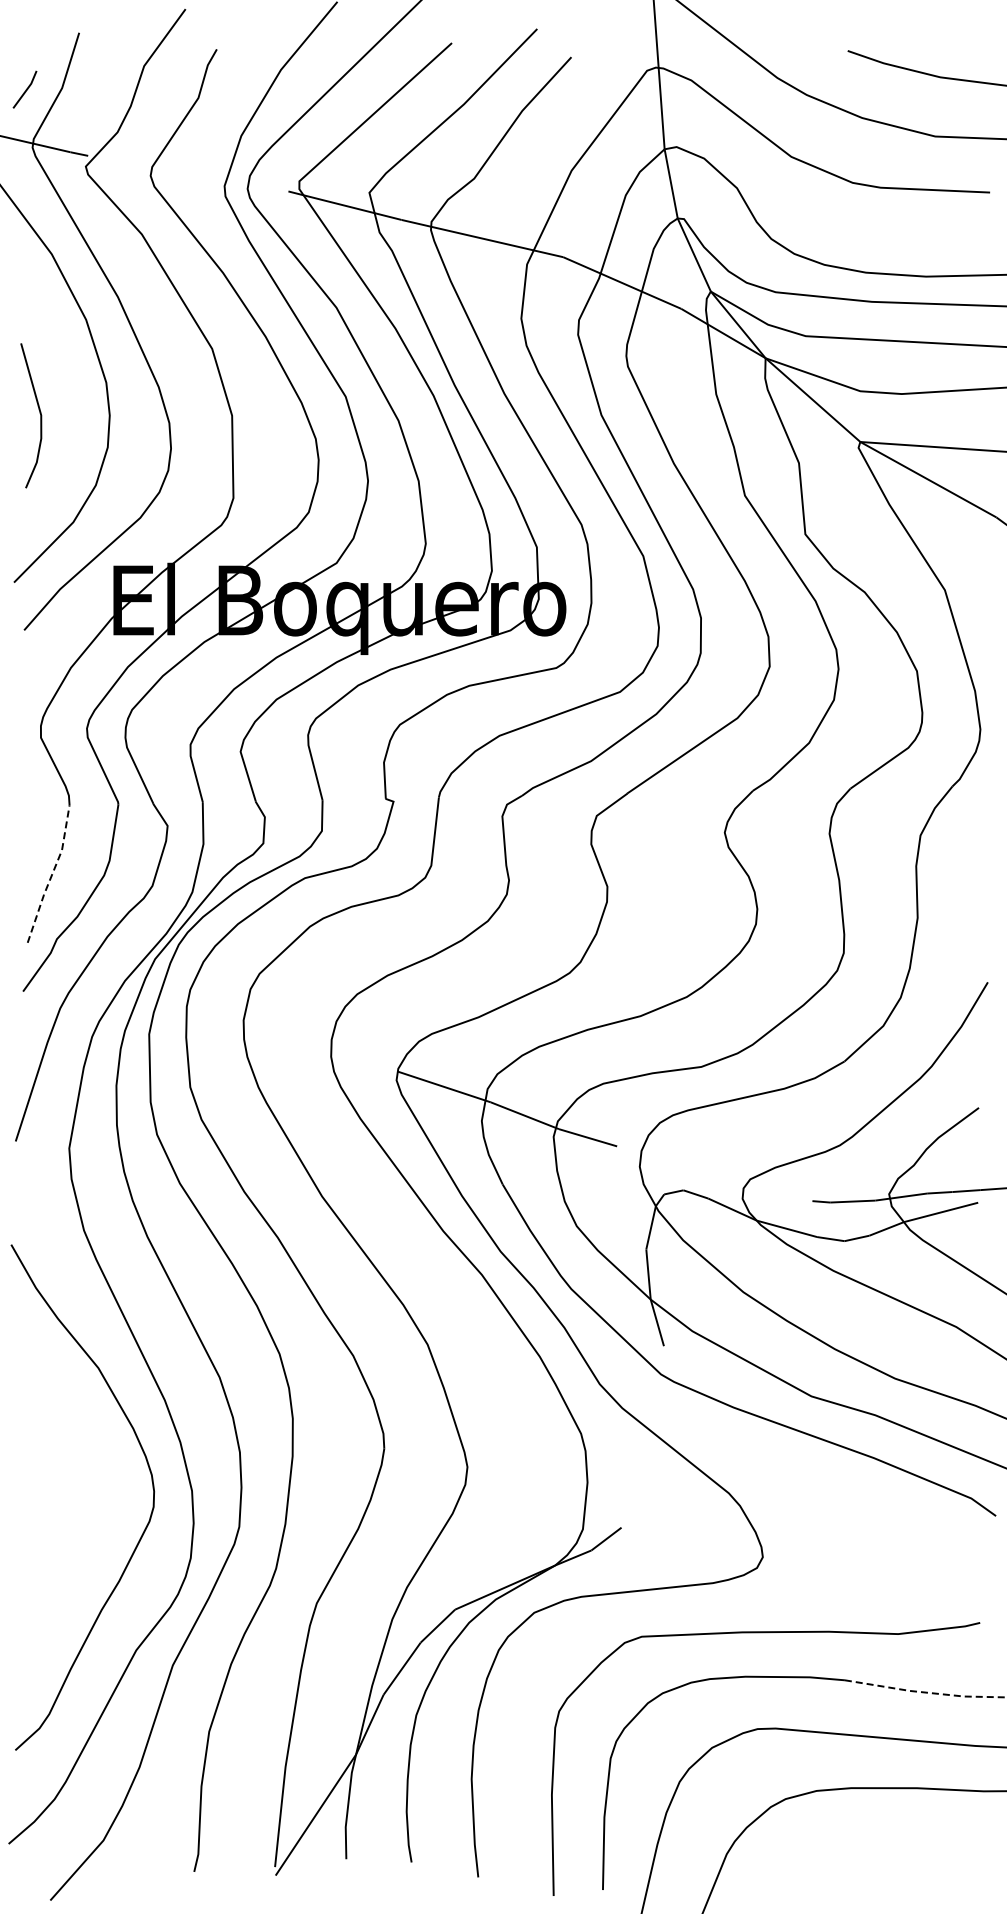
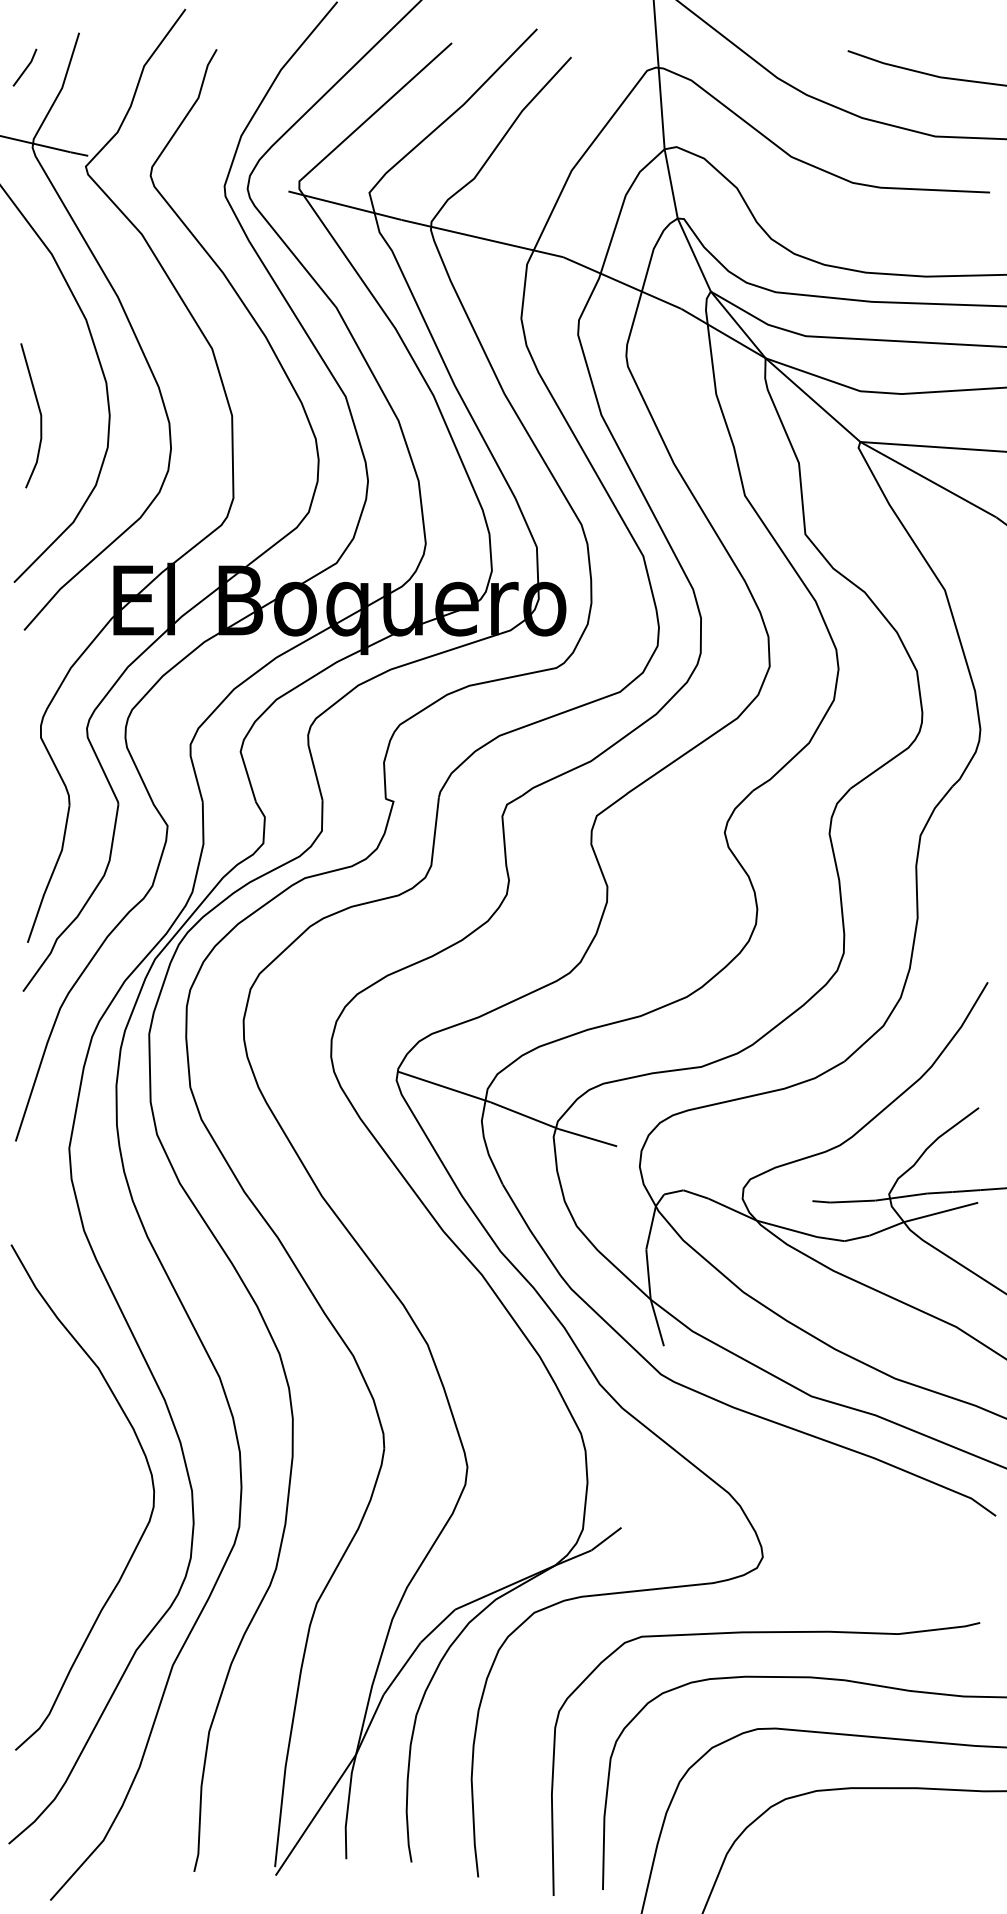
line at (25, 89) position: (25, 89) -> (25, 67)
line at (52, 874): dashed -> solid
line at (925, 1692): dashed -> solid
